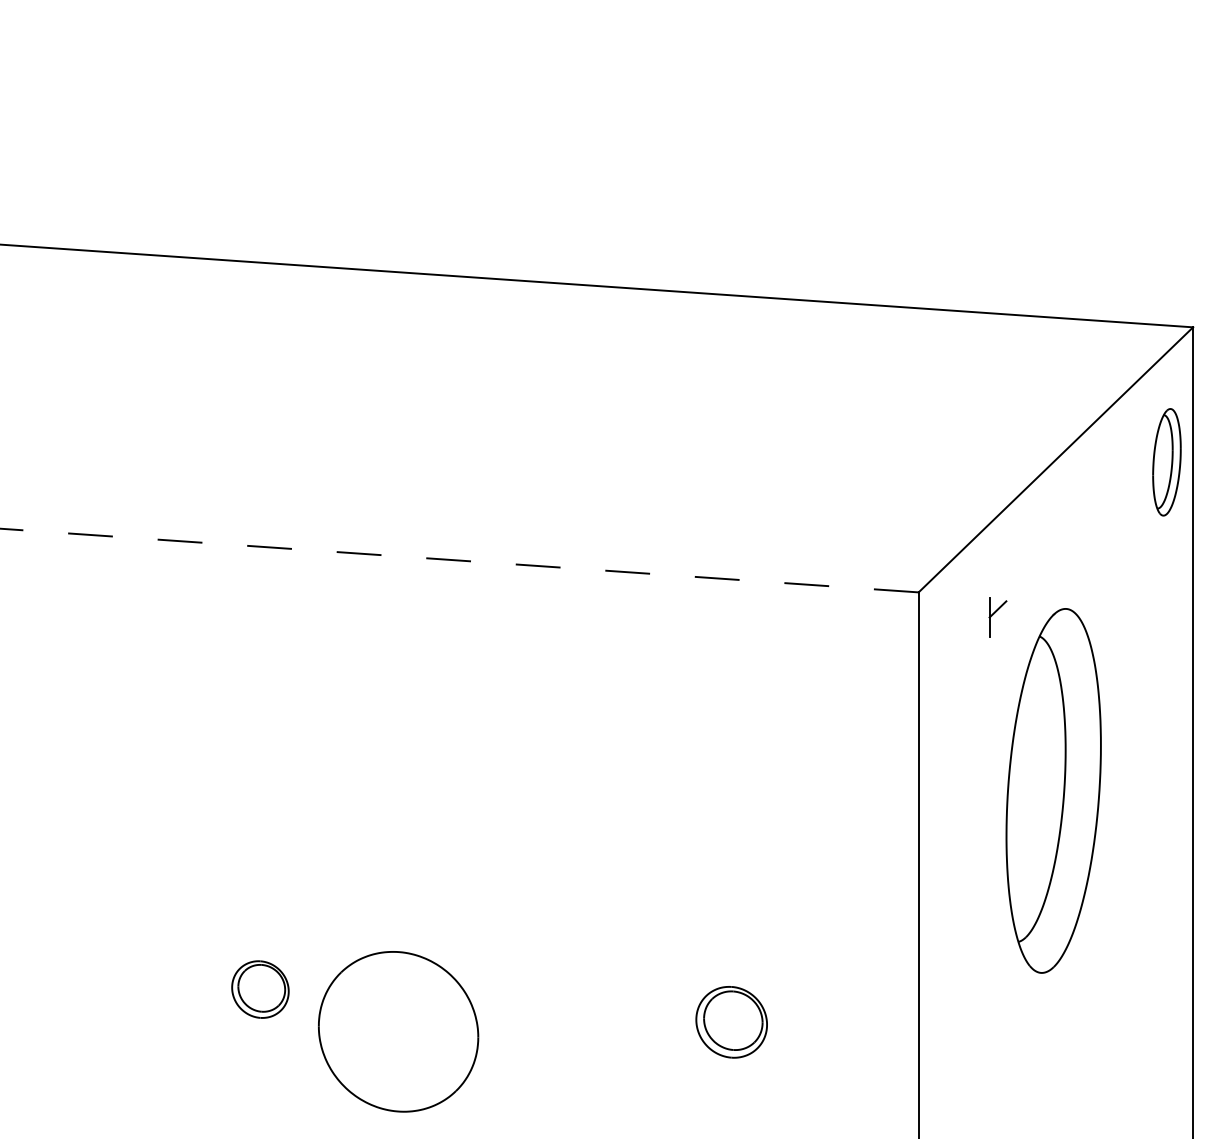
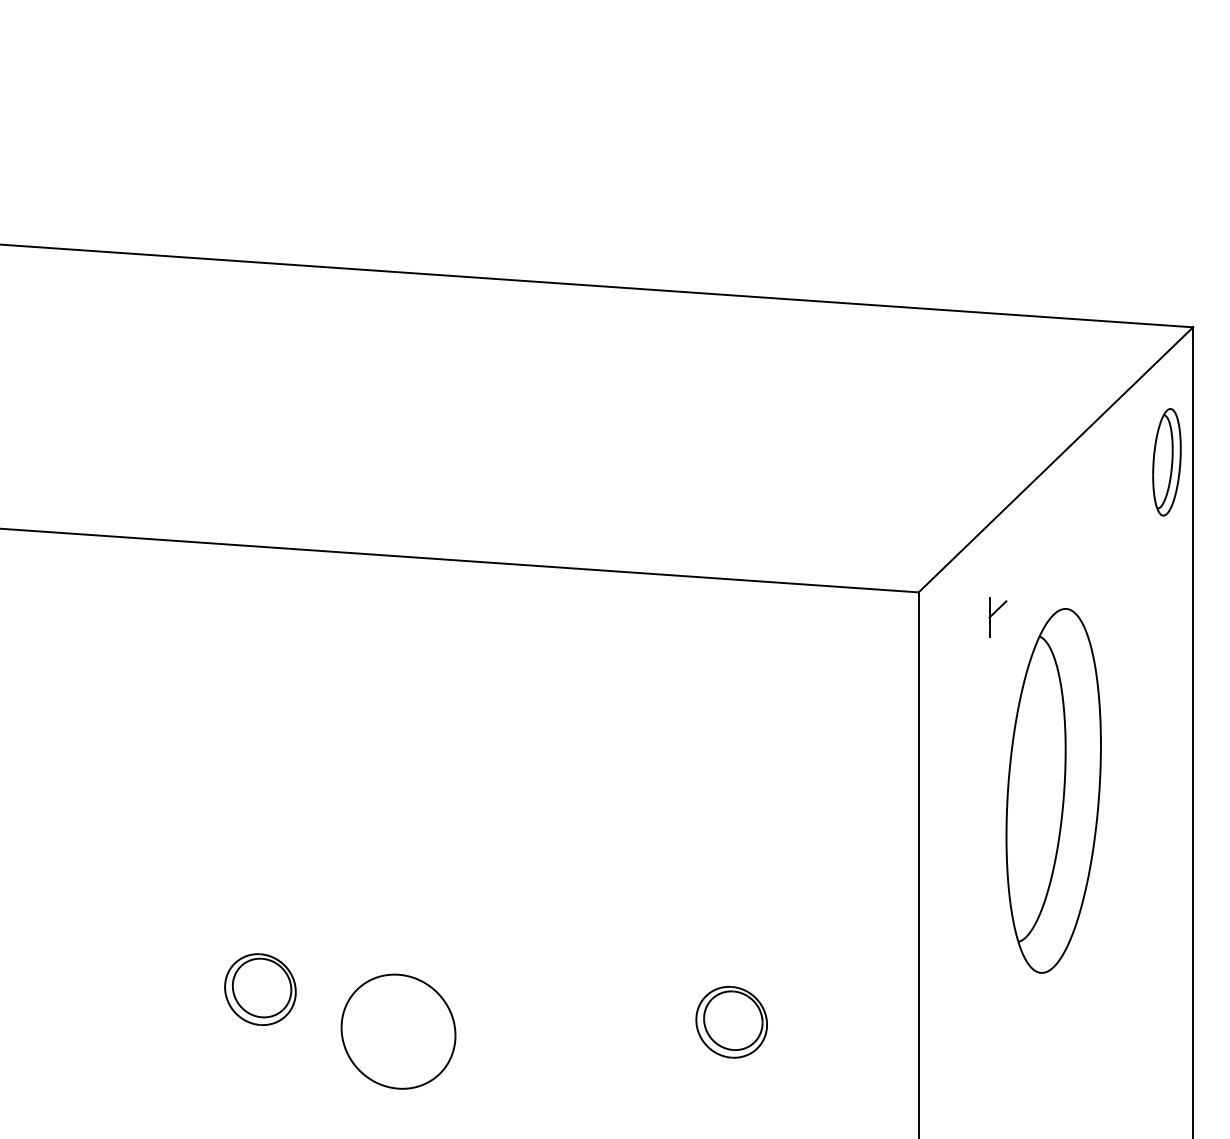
line at (458, 560): dashed -> solid
part at (260, 989) size: 59x59 px -> 73x73 px
part at (398, 1031) size: 162x162 px -> 117x117 px
